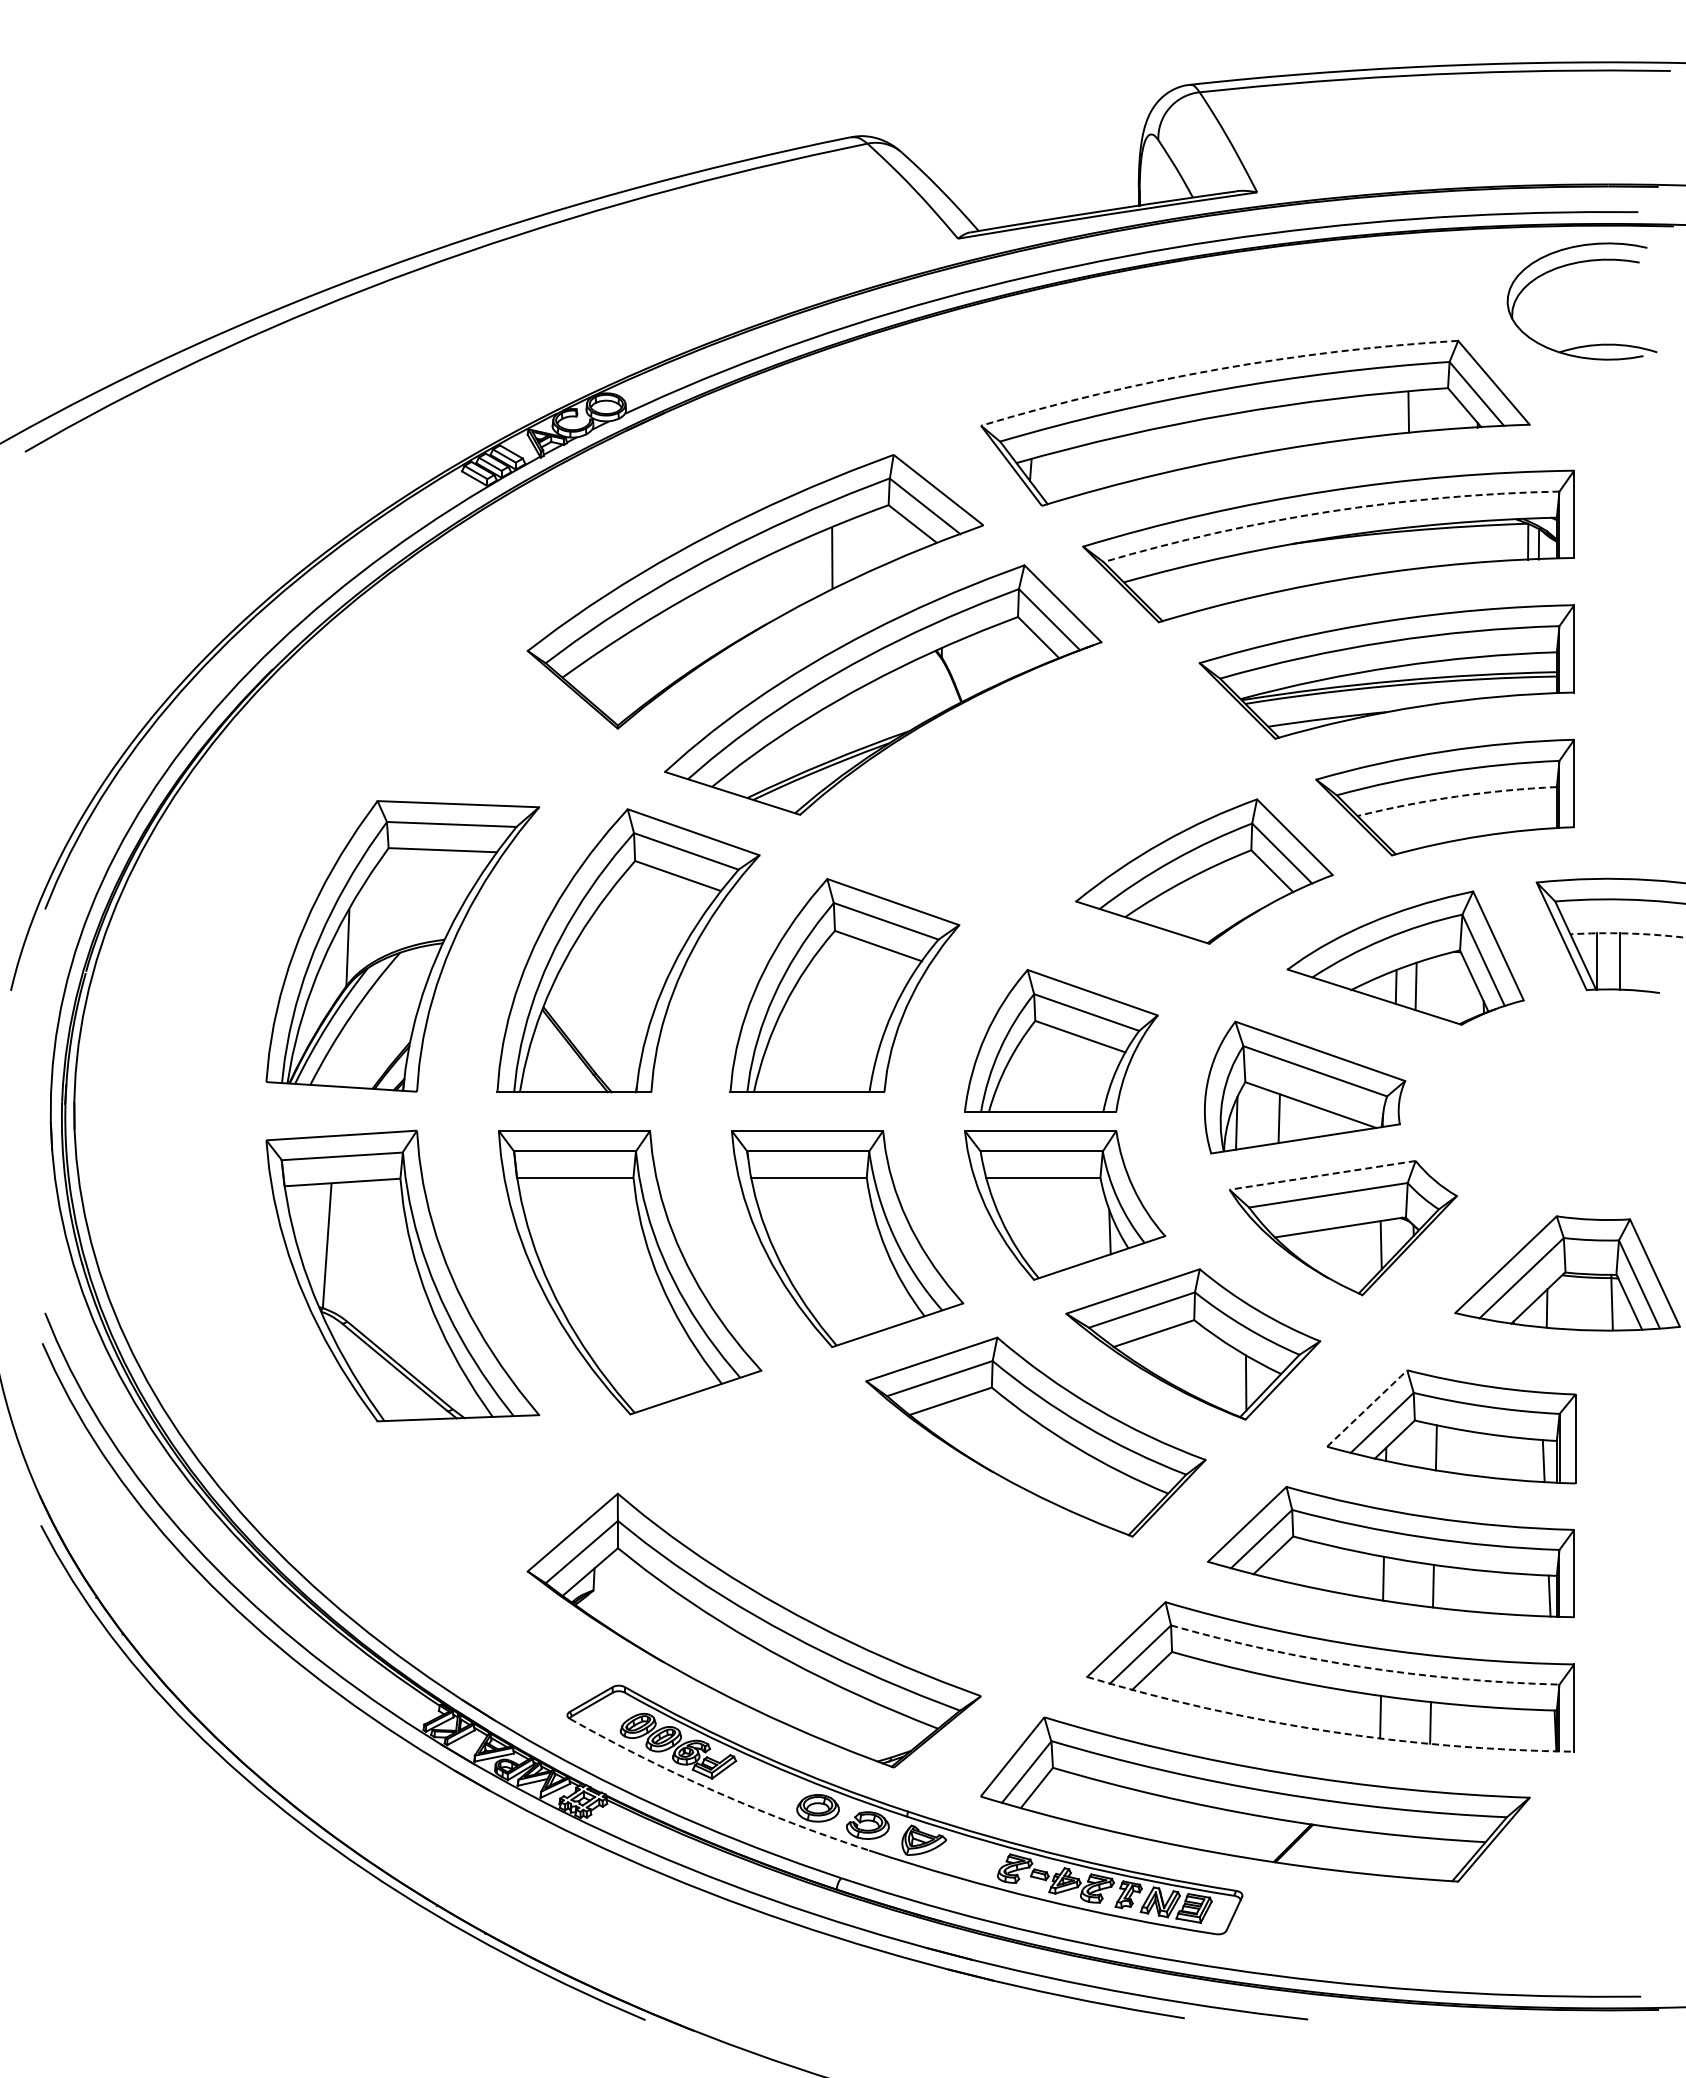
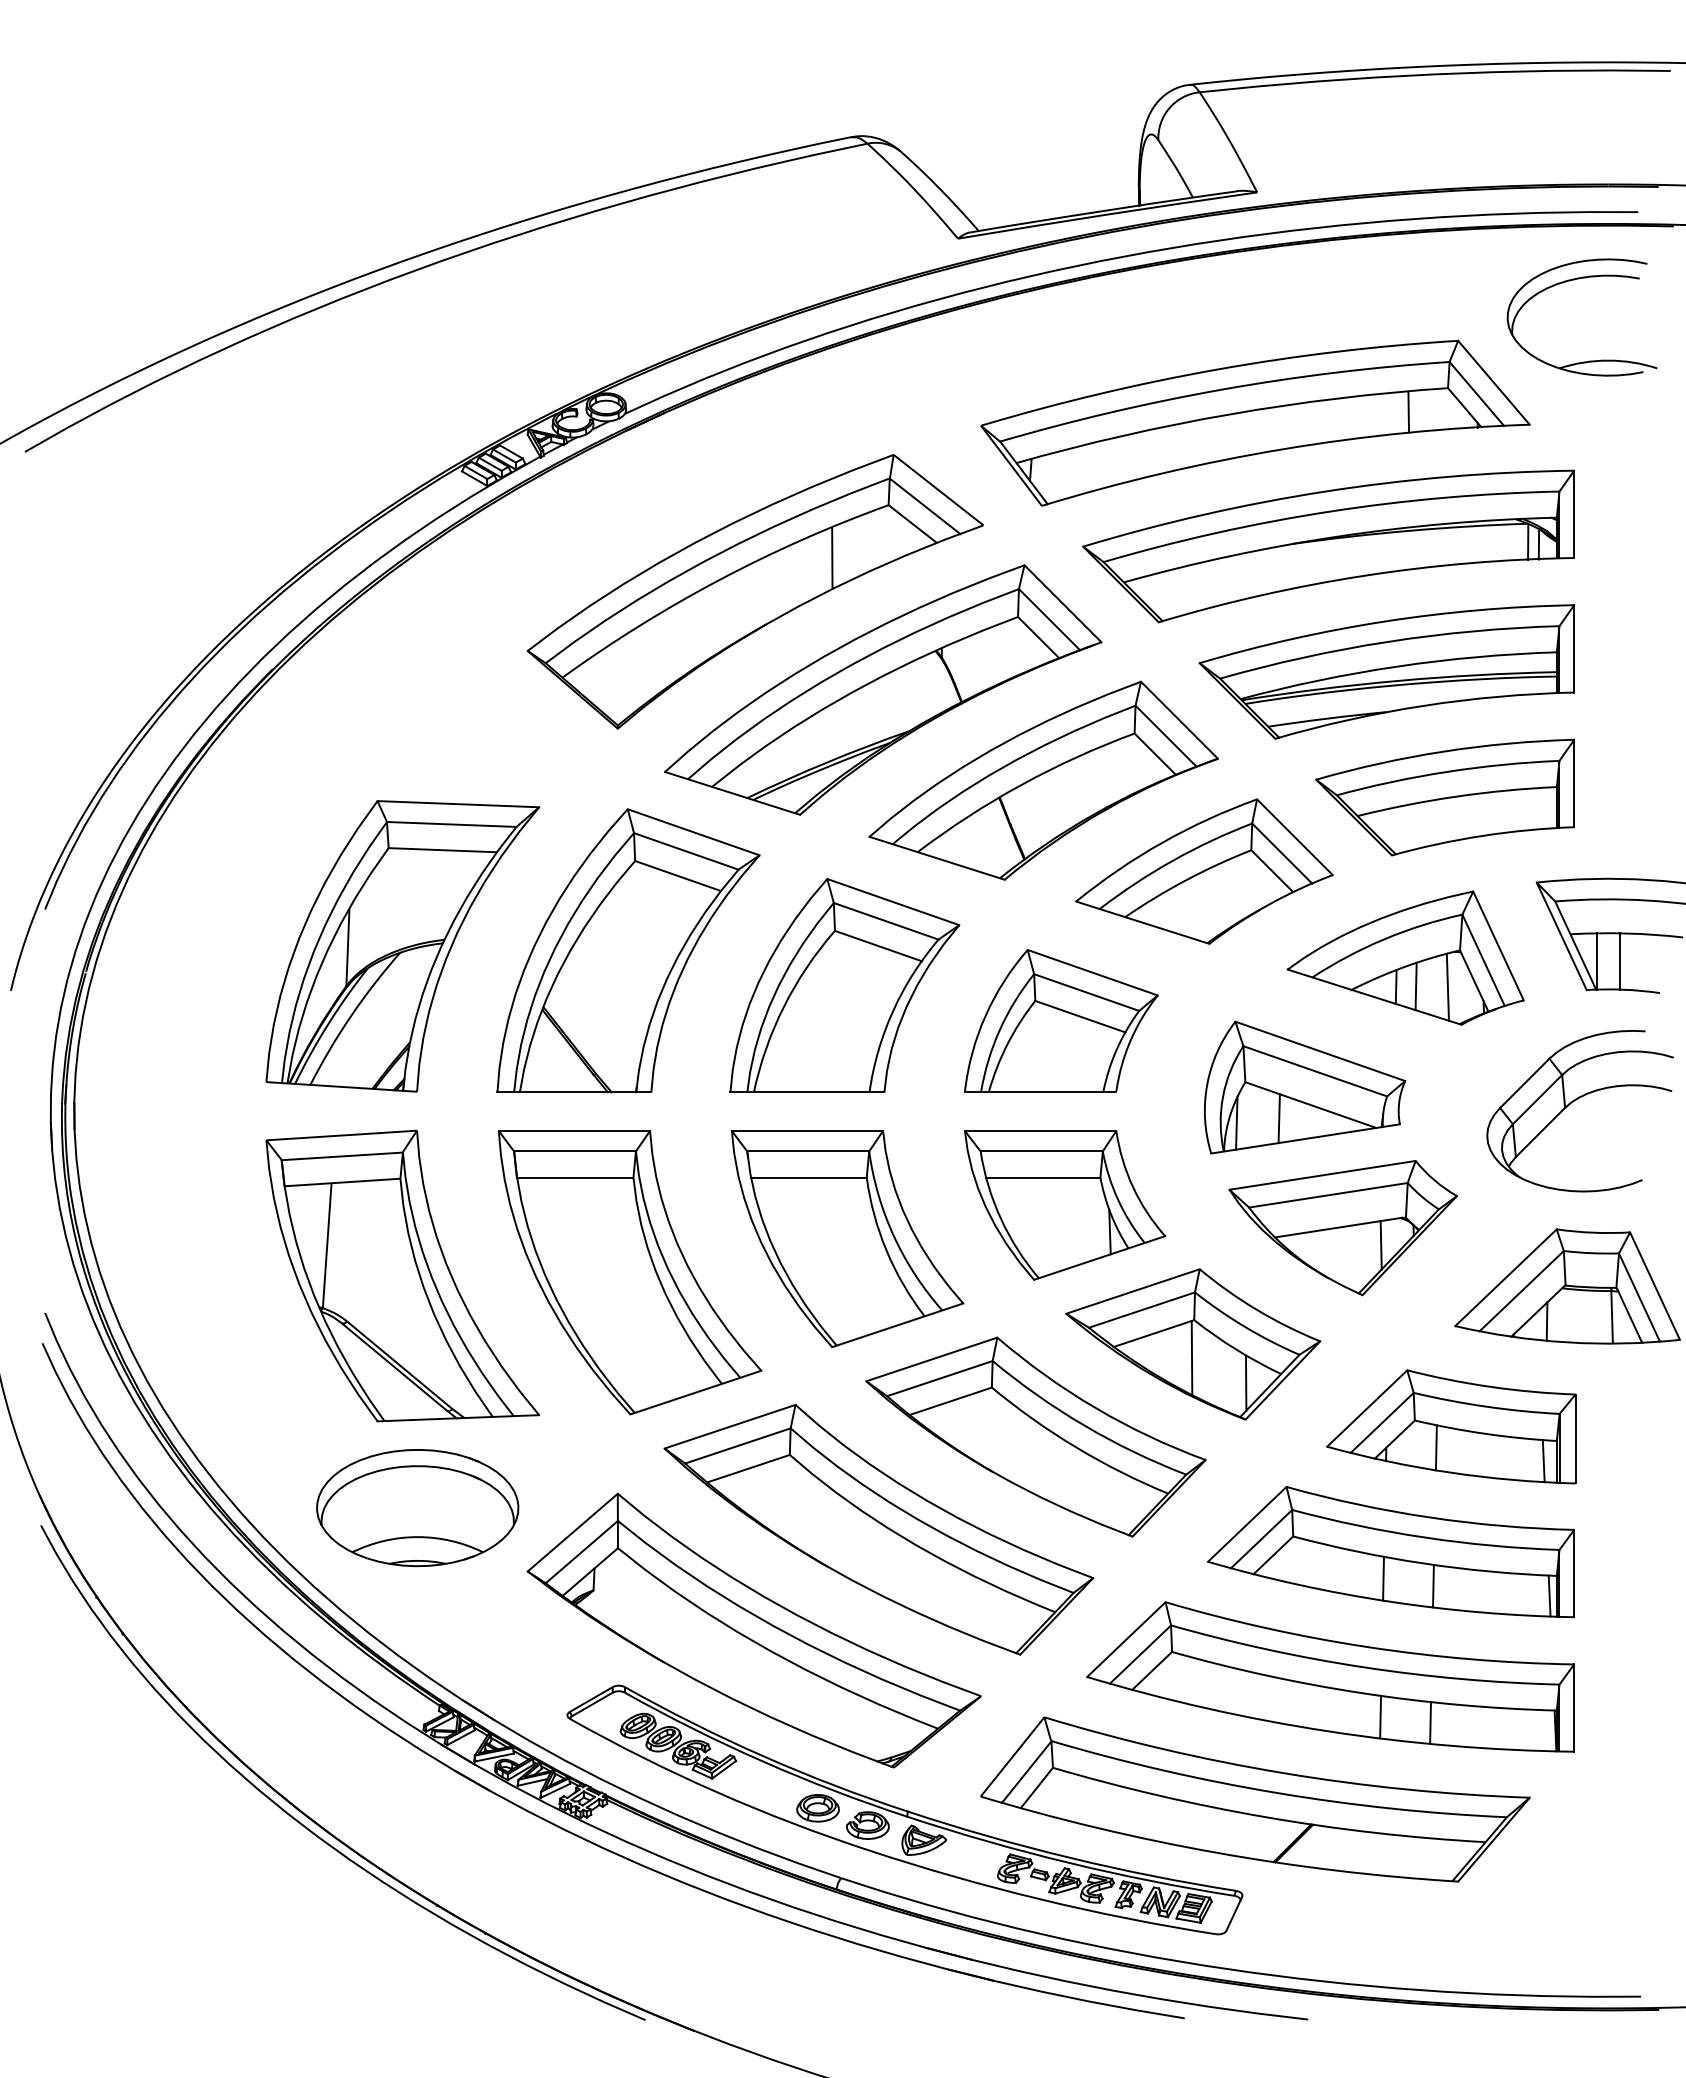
part at (1570, 265) position: (1570, 265) -> (1570, 281)
arc at (1217, 369): dashed -> solid
arc at (1329, 511): dashed -> solid
part at (1043, 780): none -> present
arc at (1456, 796): dashed -> solid
arc at (1626, 933): dashed -> solid
line at (1447, 986): none -> present
part at (1061, 1040) position: (1061, 1040) -> (1061, 1020)
part at (1573, 1102): none -> present
line at (1322, 1175): dashed -> solid
part at (1567, 1273) position: (1567, 1273) -> (1567, 1286)
line at (1191, 1357): none -> present
line at (1367, 1408): dashed -> solid
part at (417, 1508): none -> present
part at (878, 1529): none -> present
arc at (1363, 1667): dashed -> solid
arc at (1328, 1731): dashed -> solid
arc at (716, 1791): dashed -> solid
